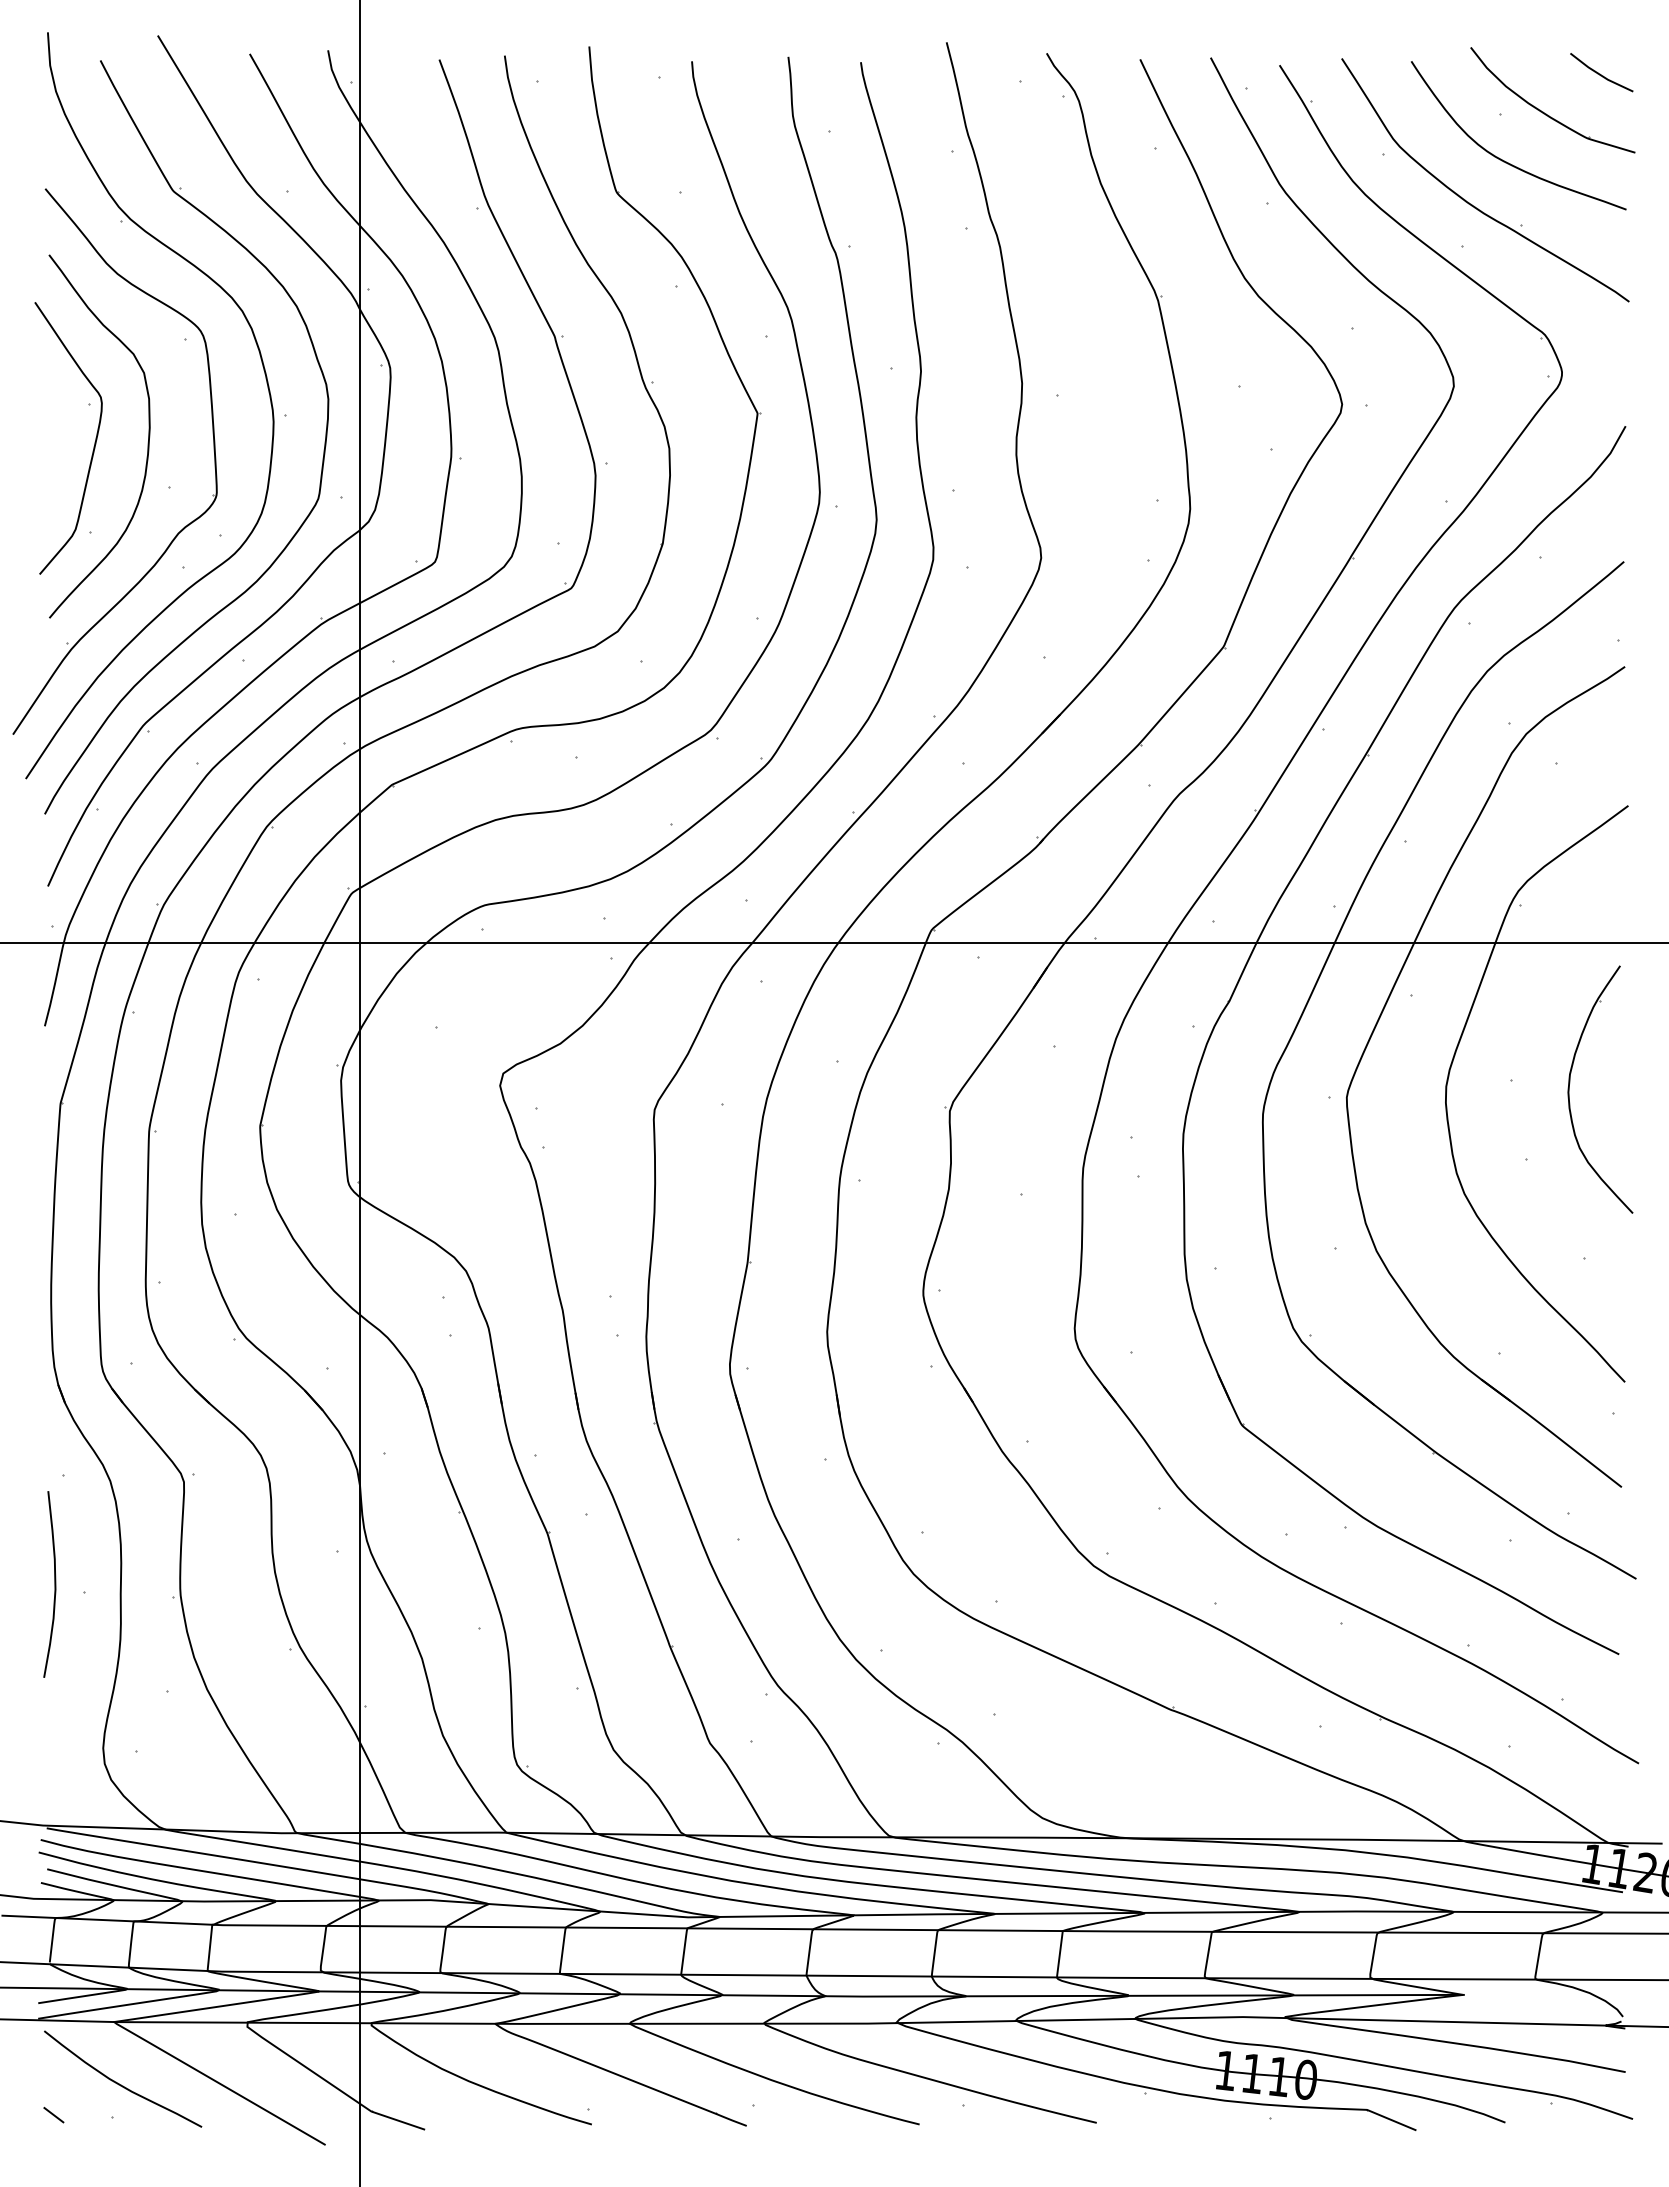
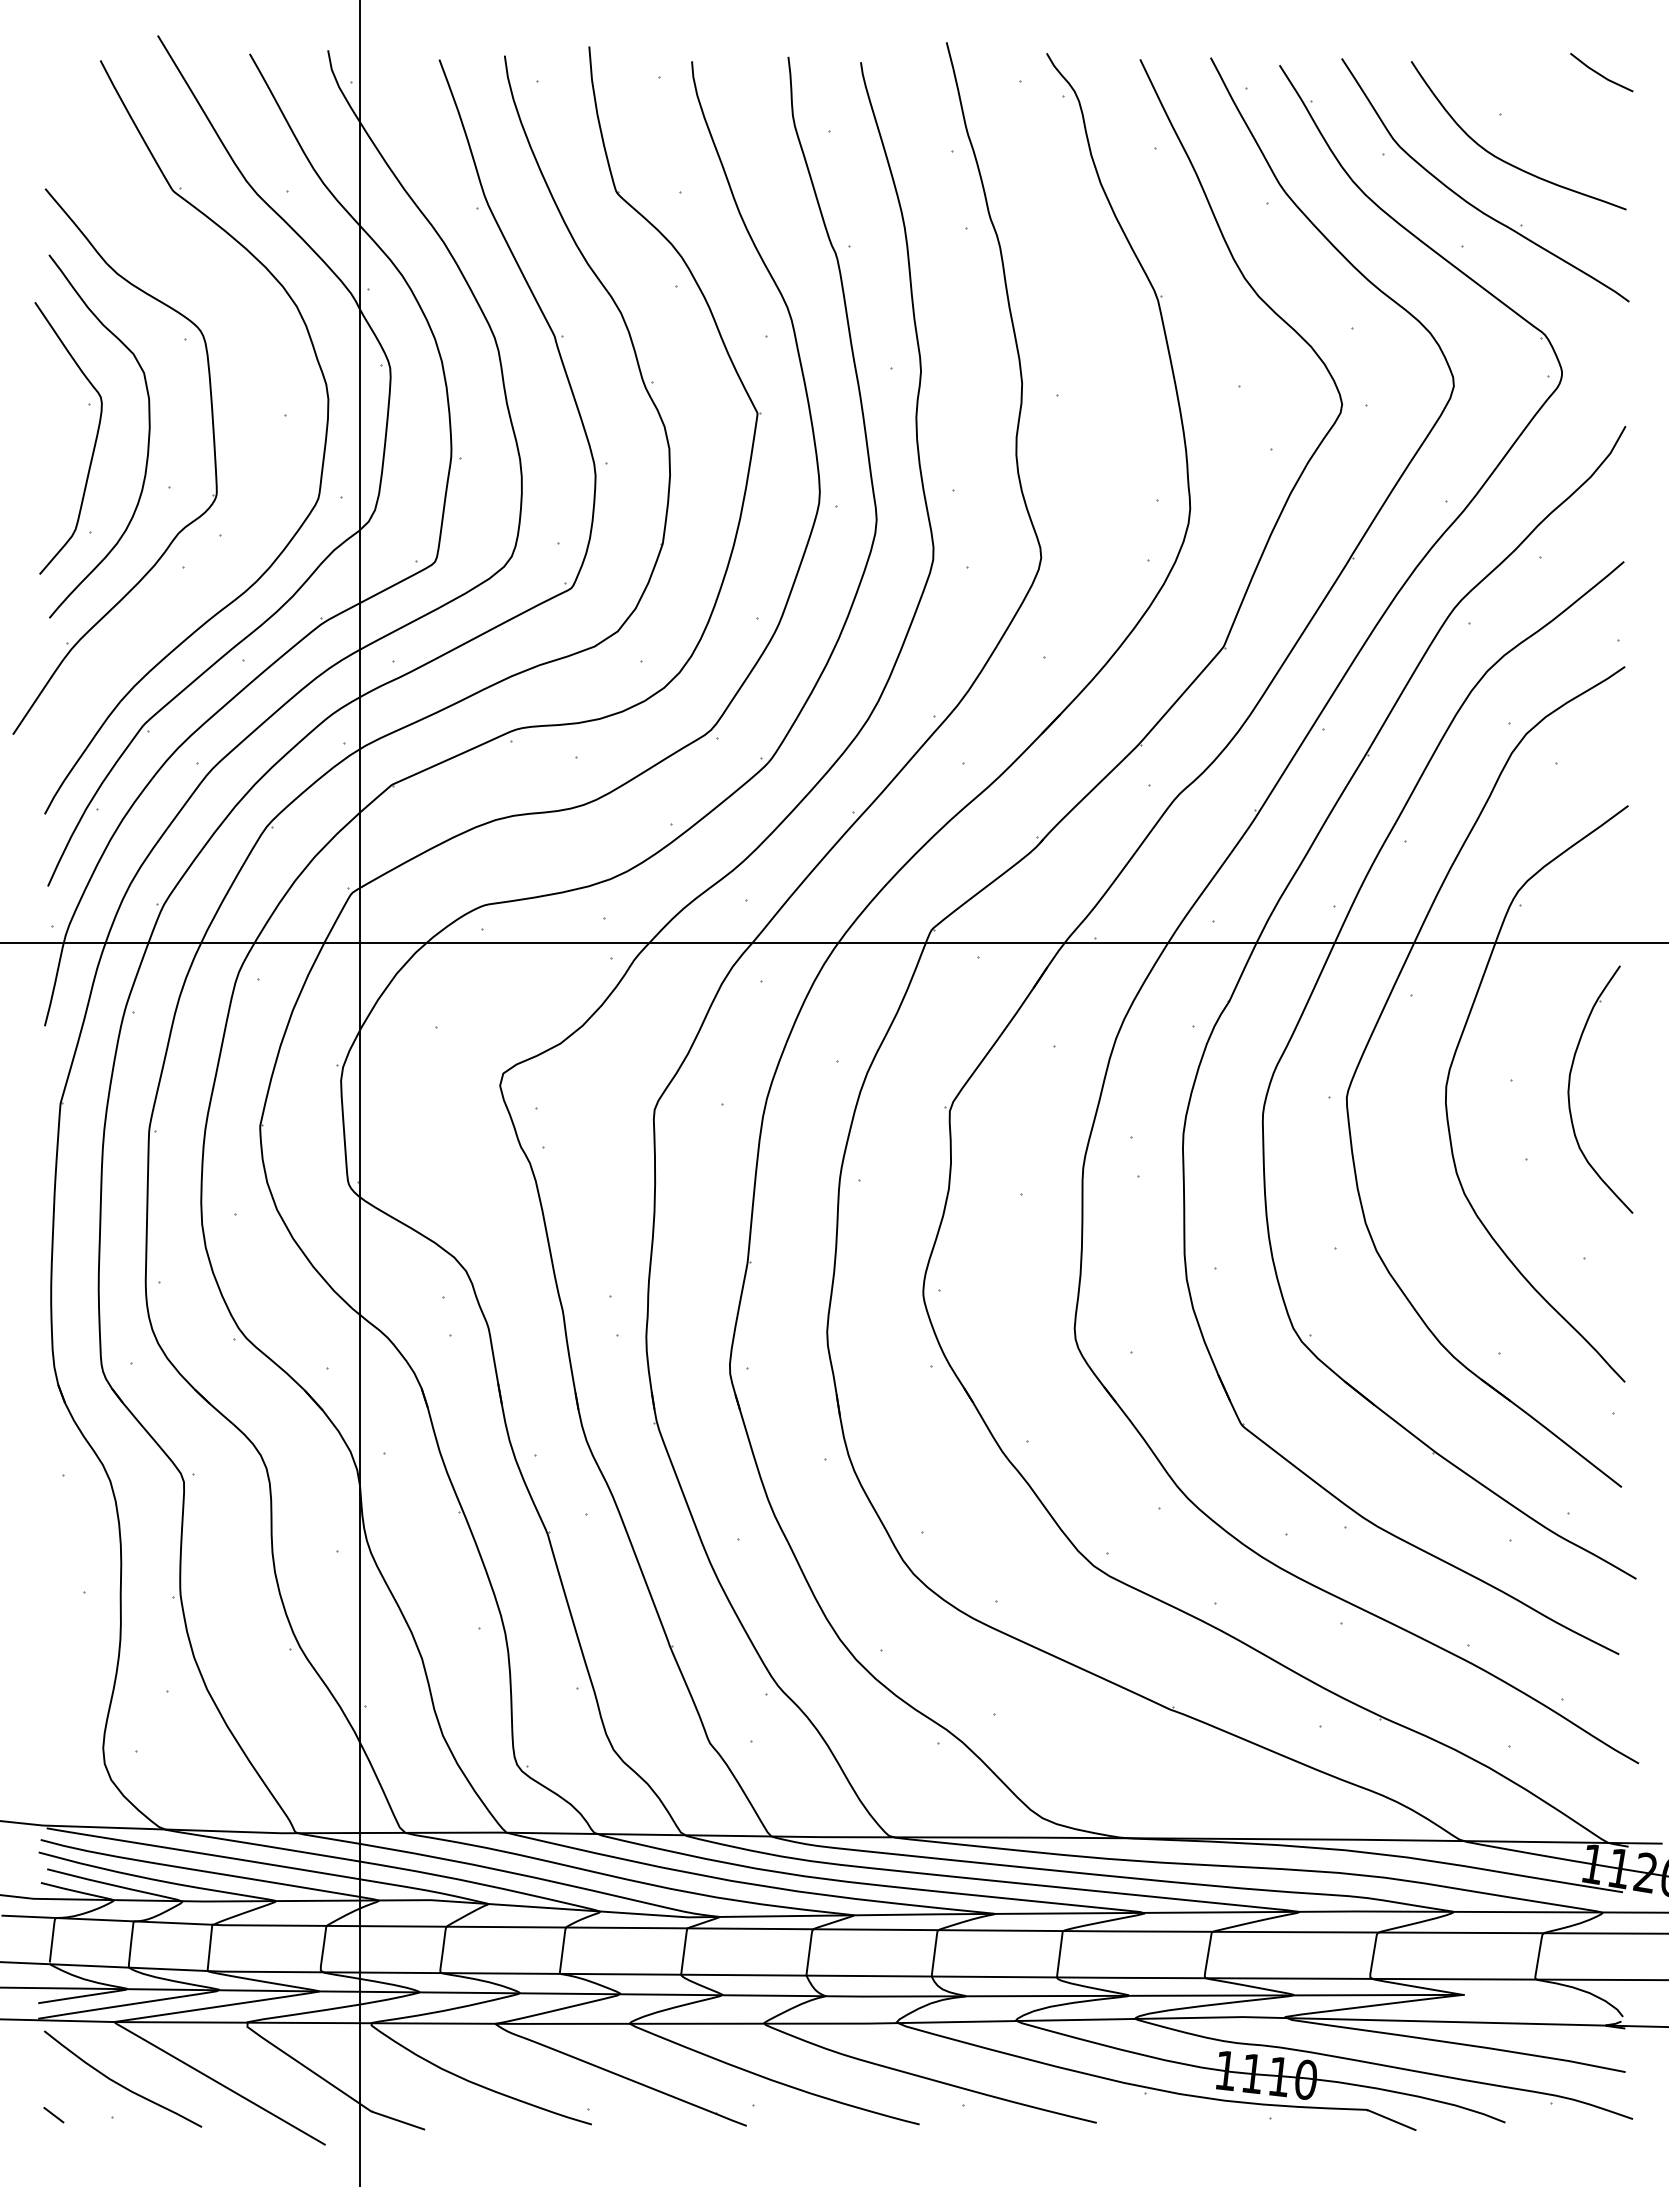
part at (1543, 111): present -> none
part at (266, 383): present -> none
curve at (54, 1584): present -> none
